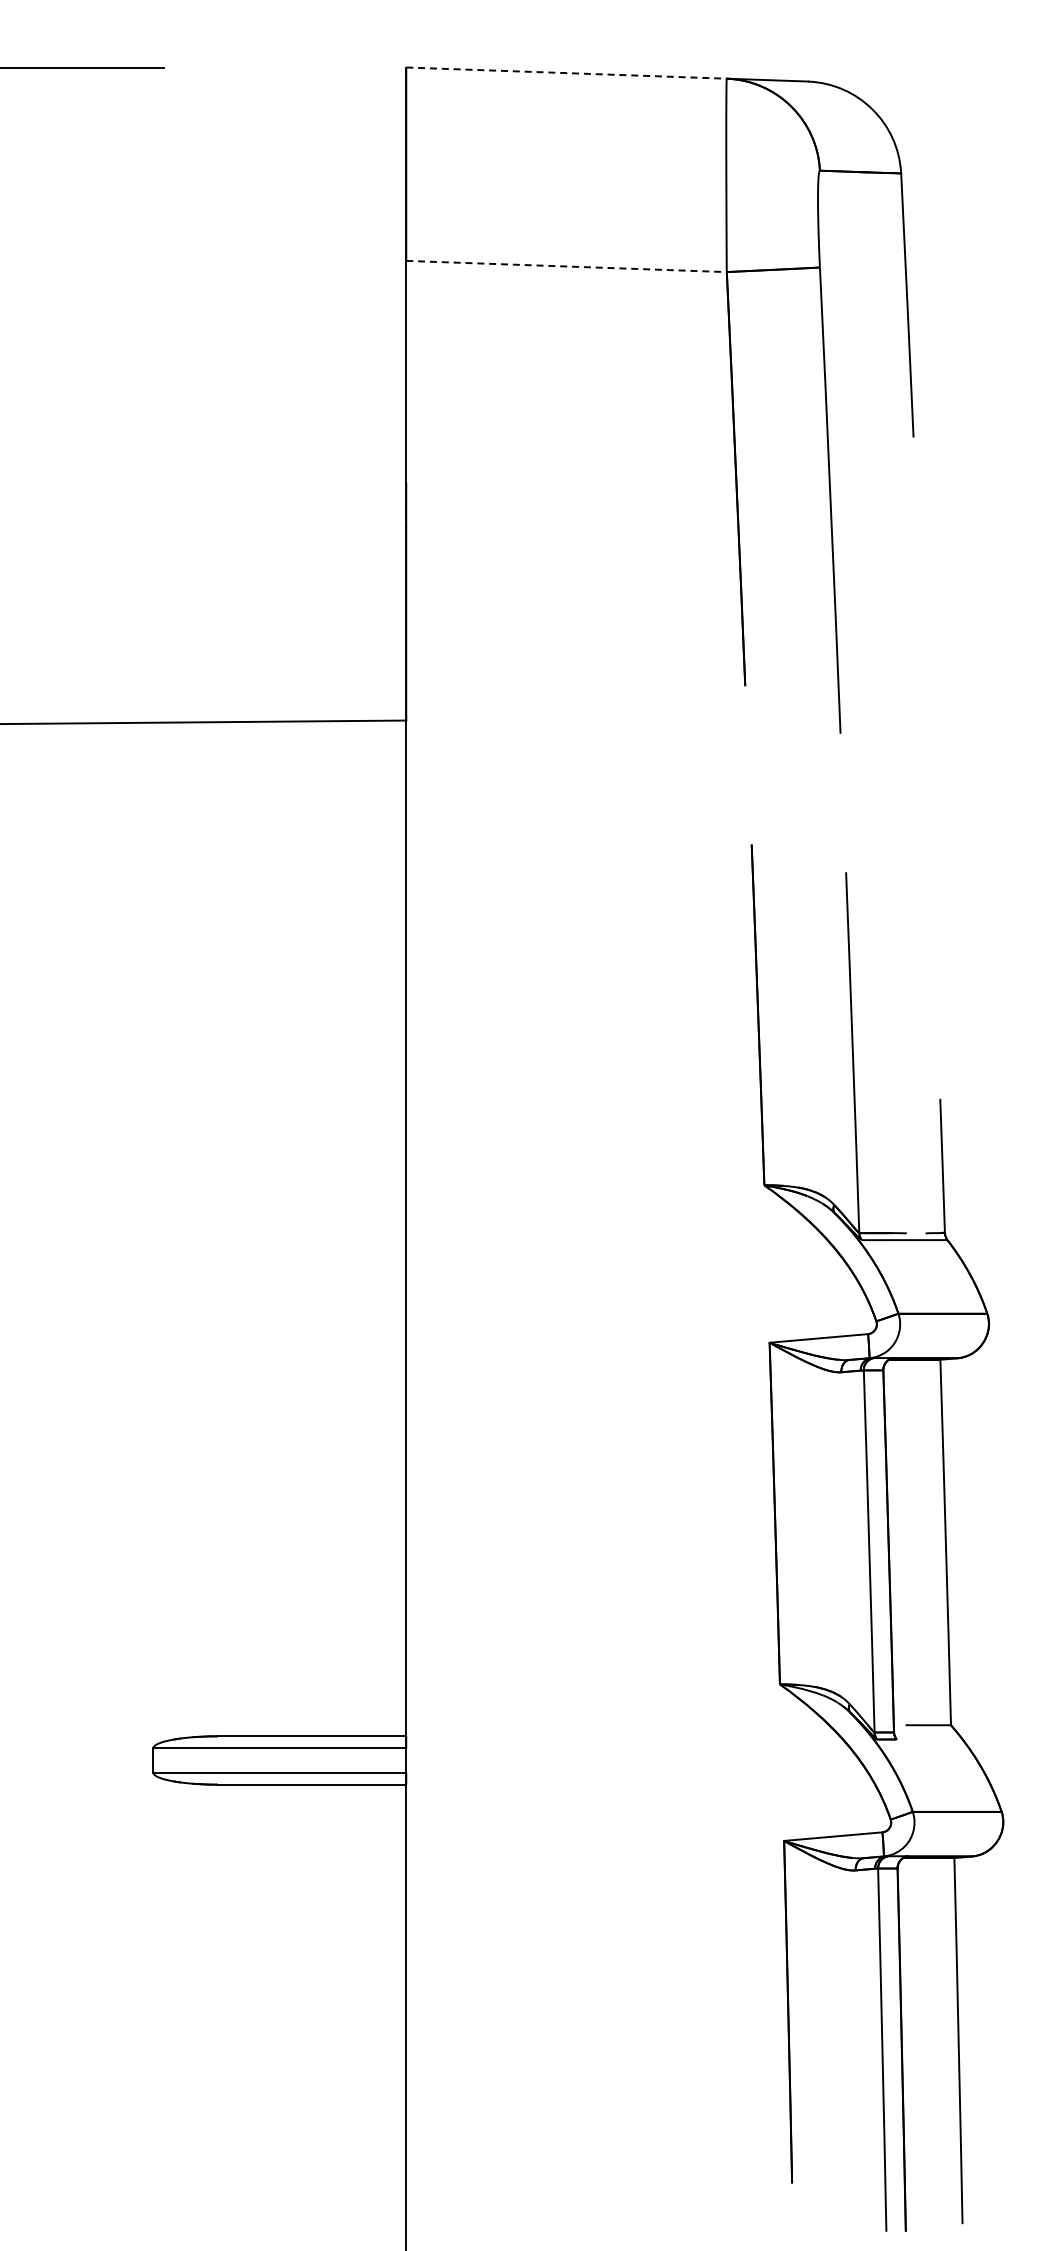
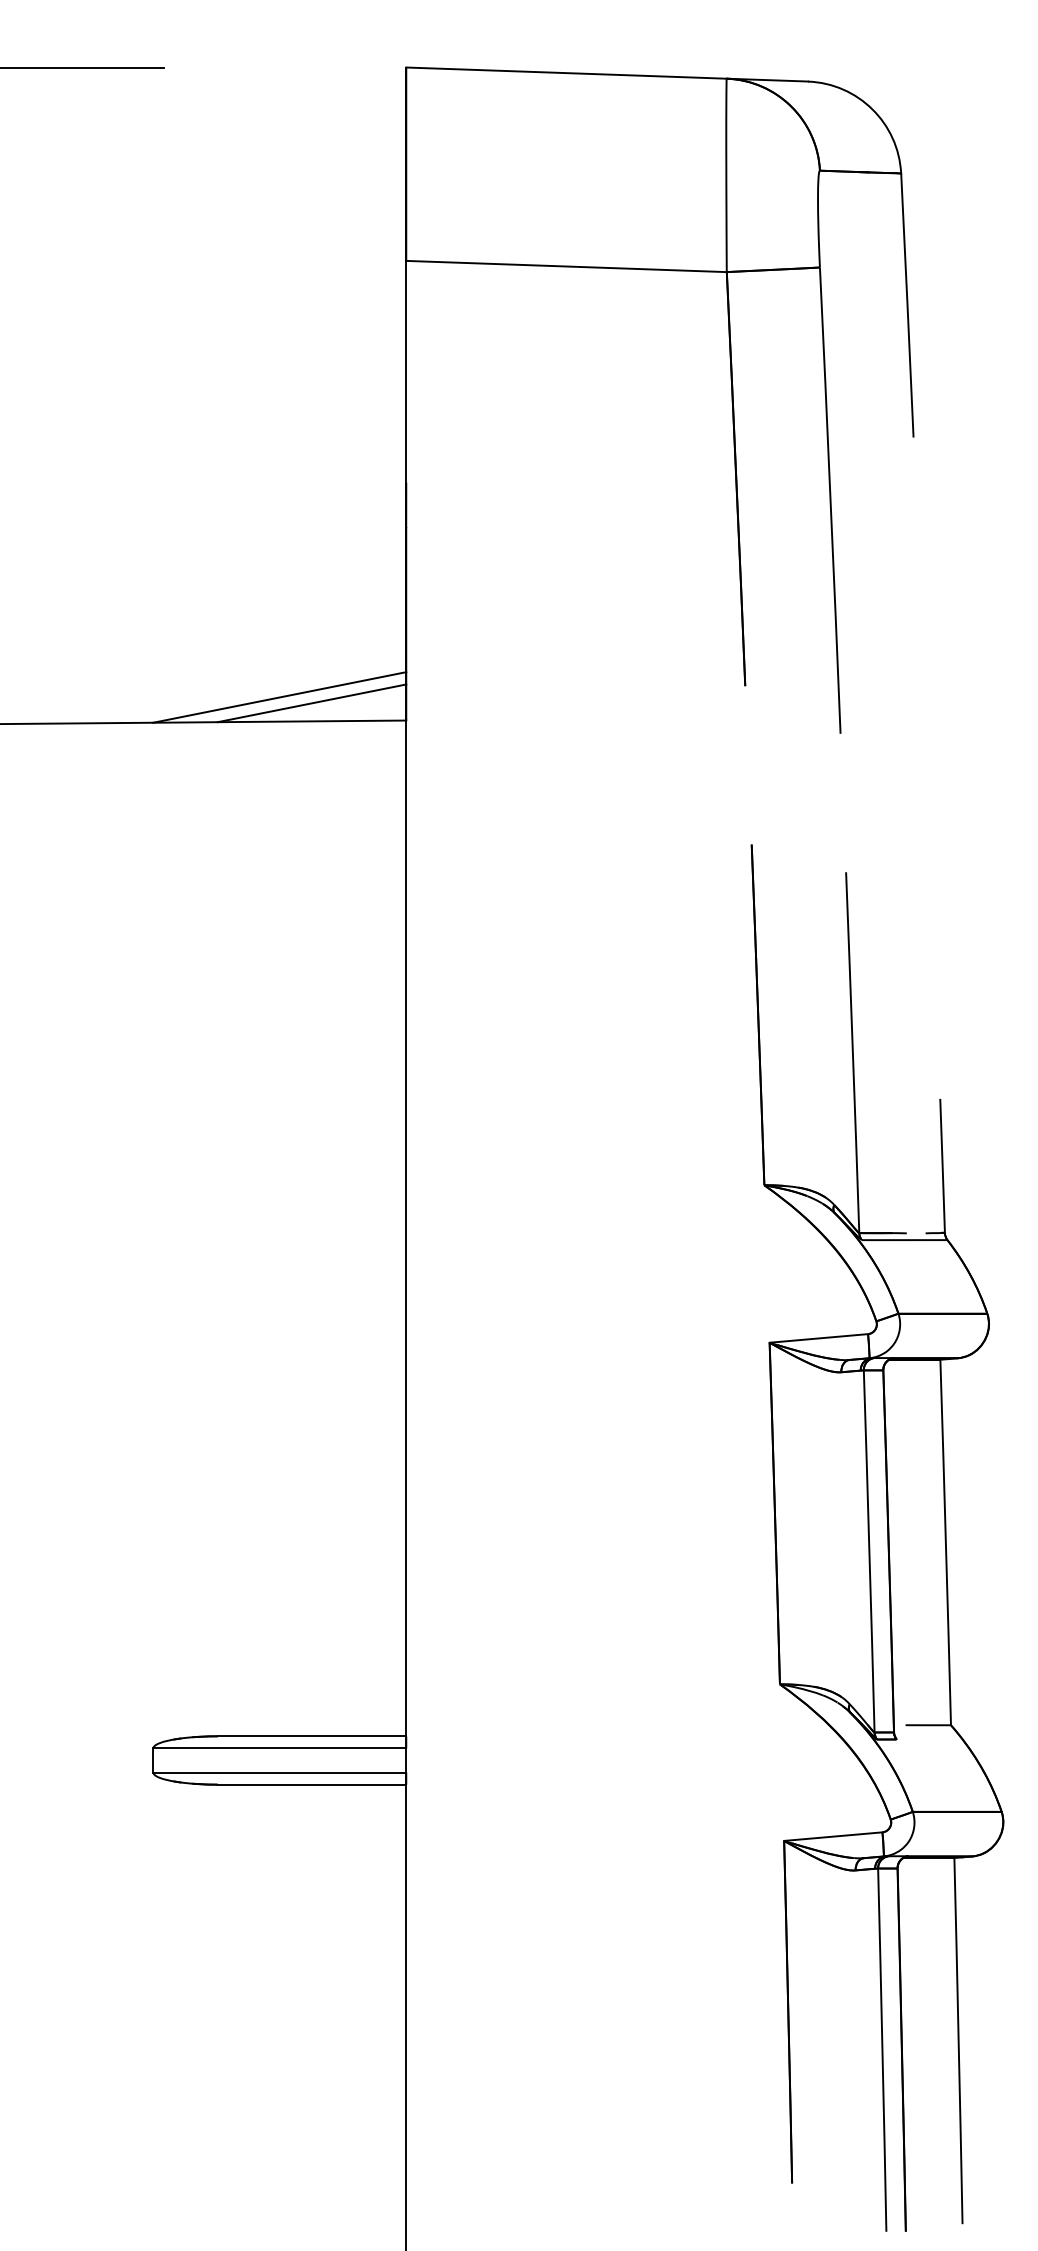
line at (567, 73): dashed -> solid
line at (567, 266): dashed -> solid
line at (279, 697): none -> present
line at (311, 703): none -> present
